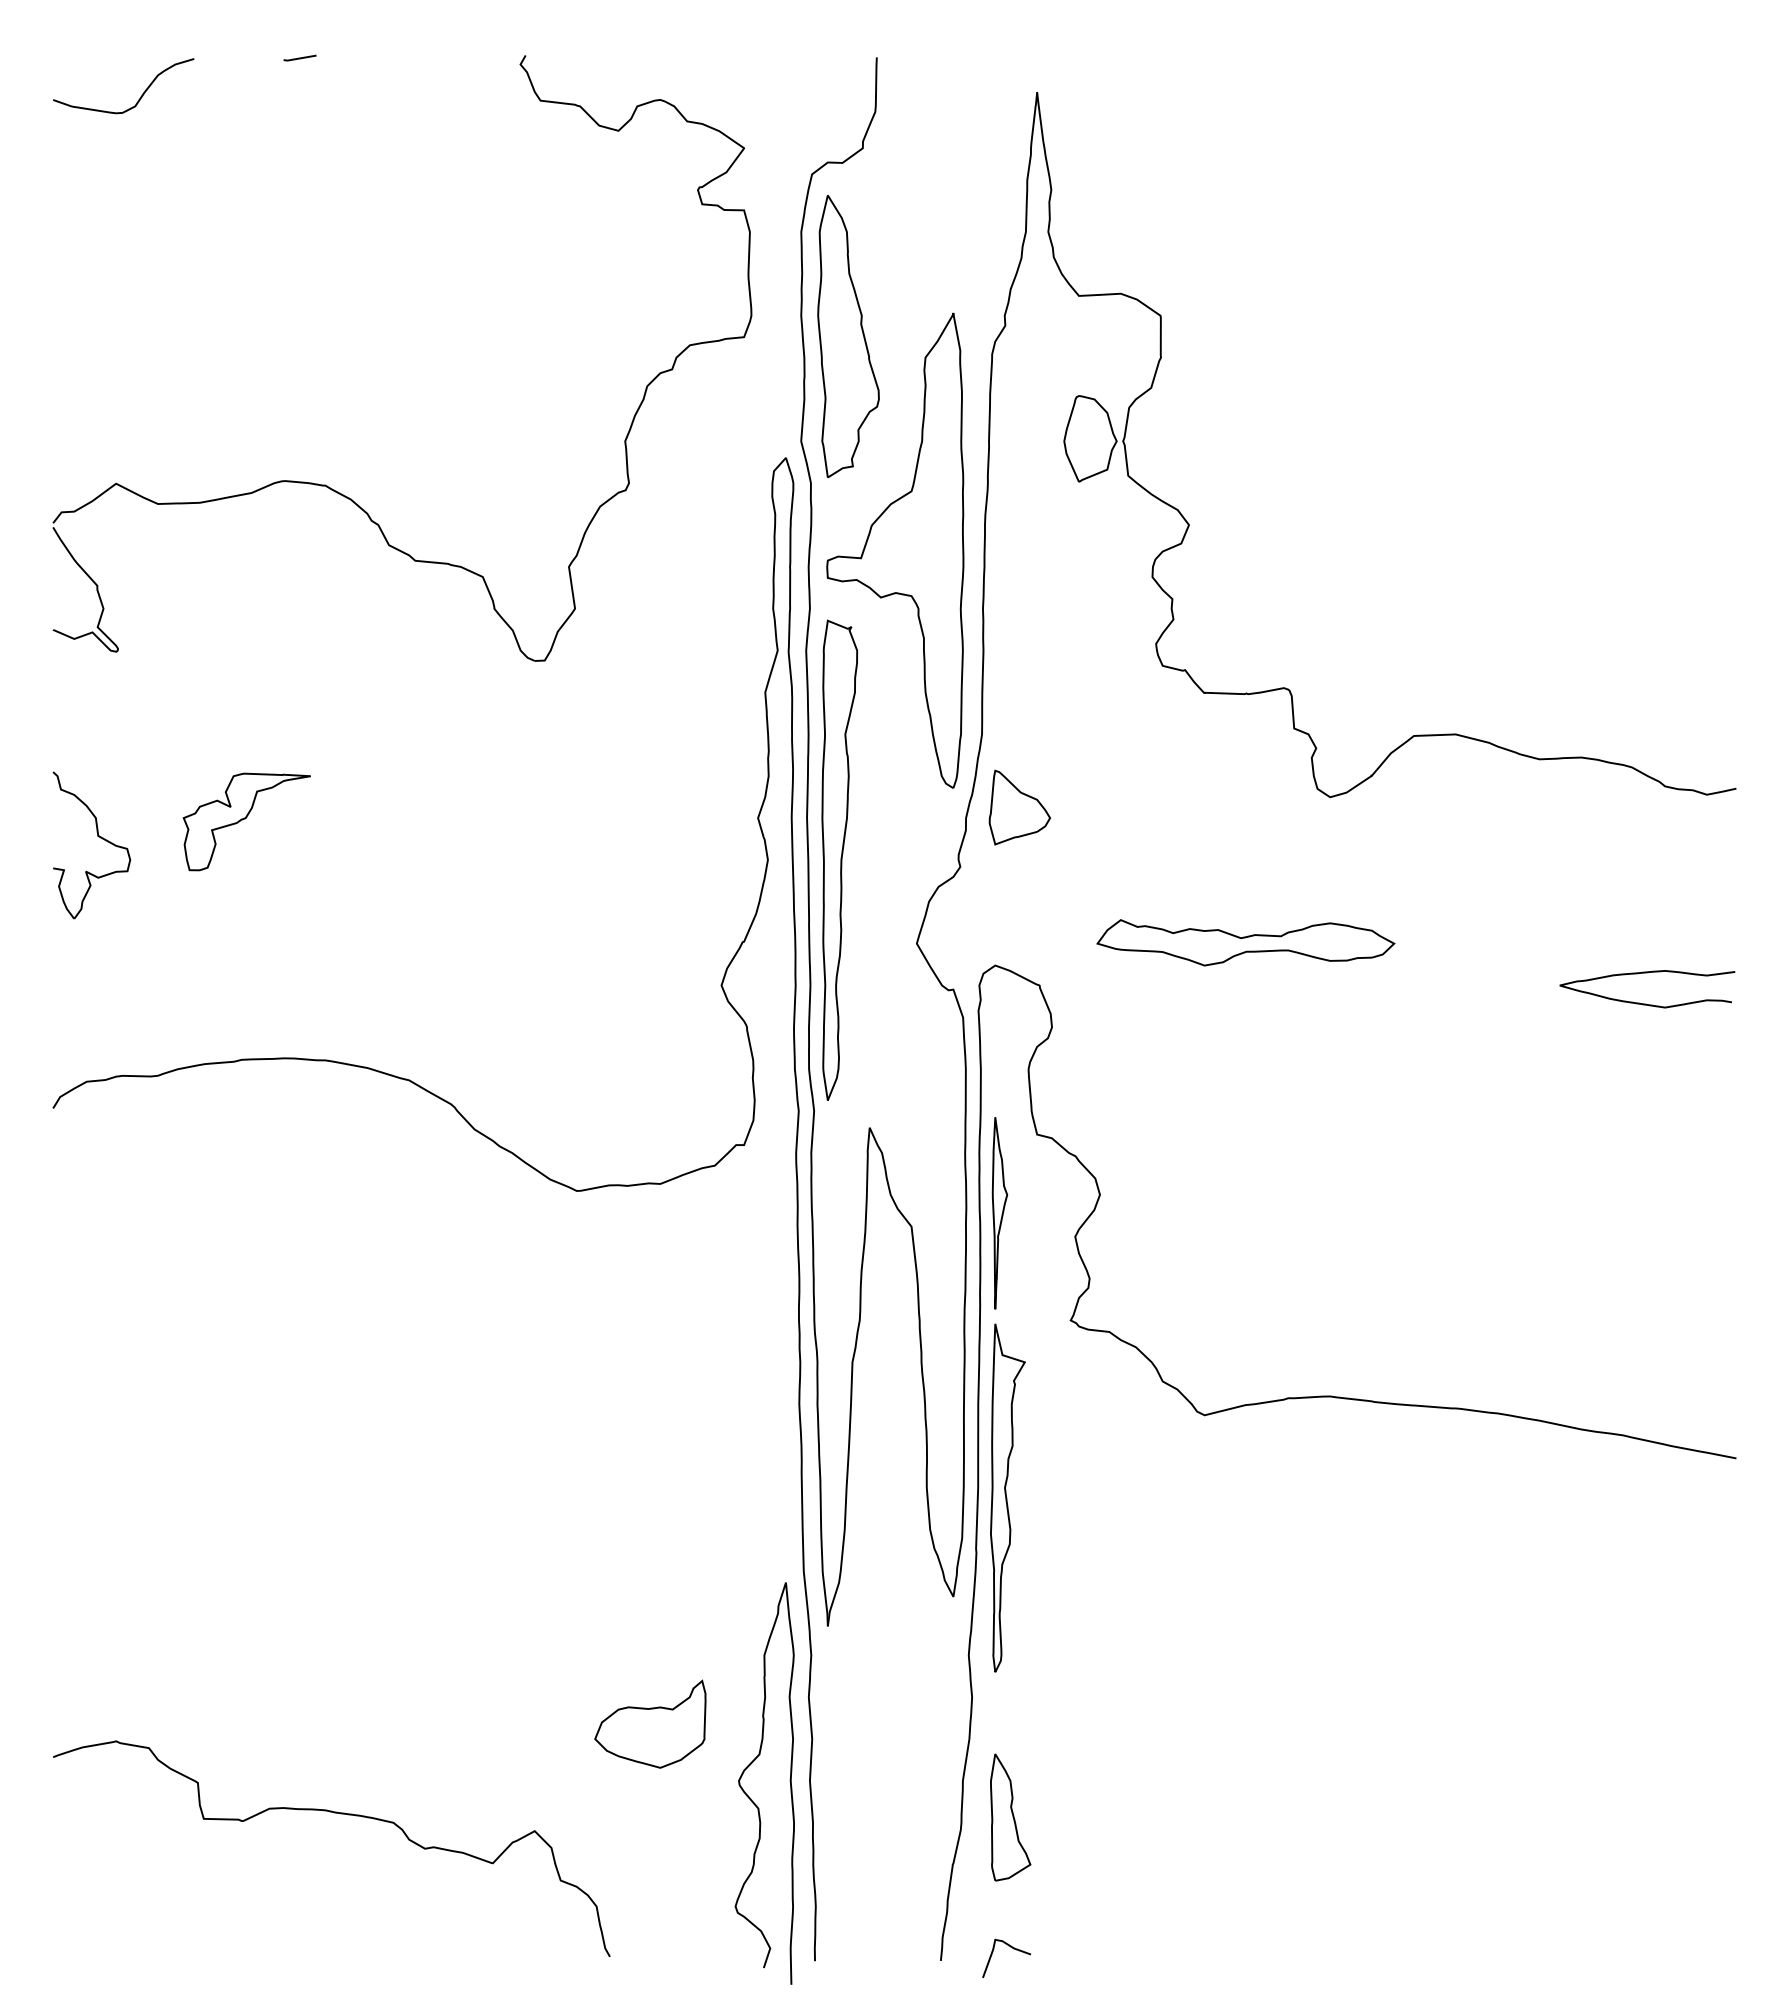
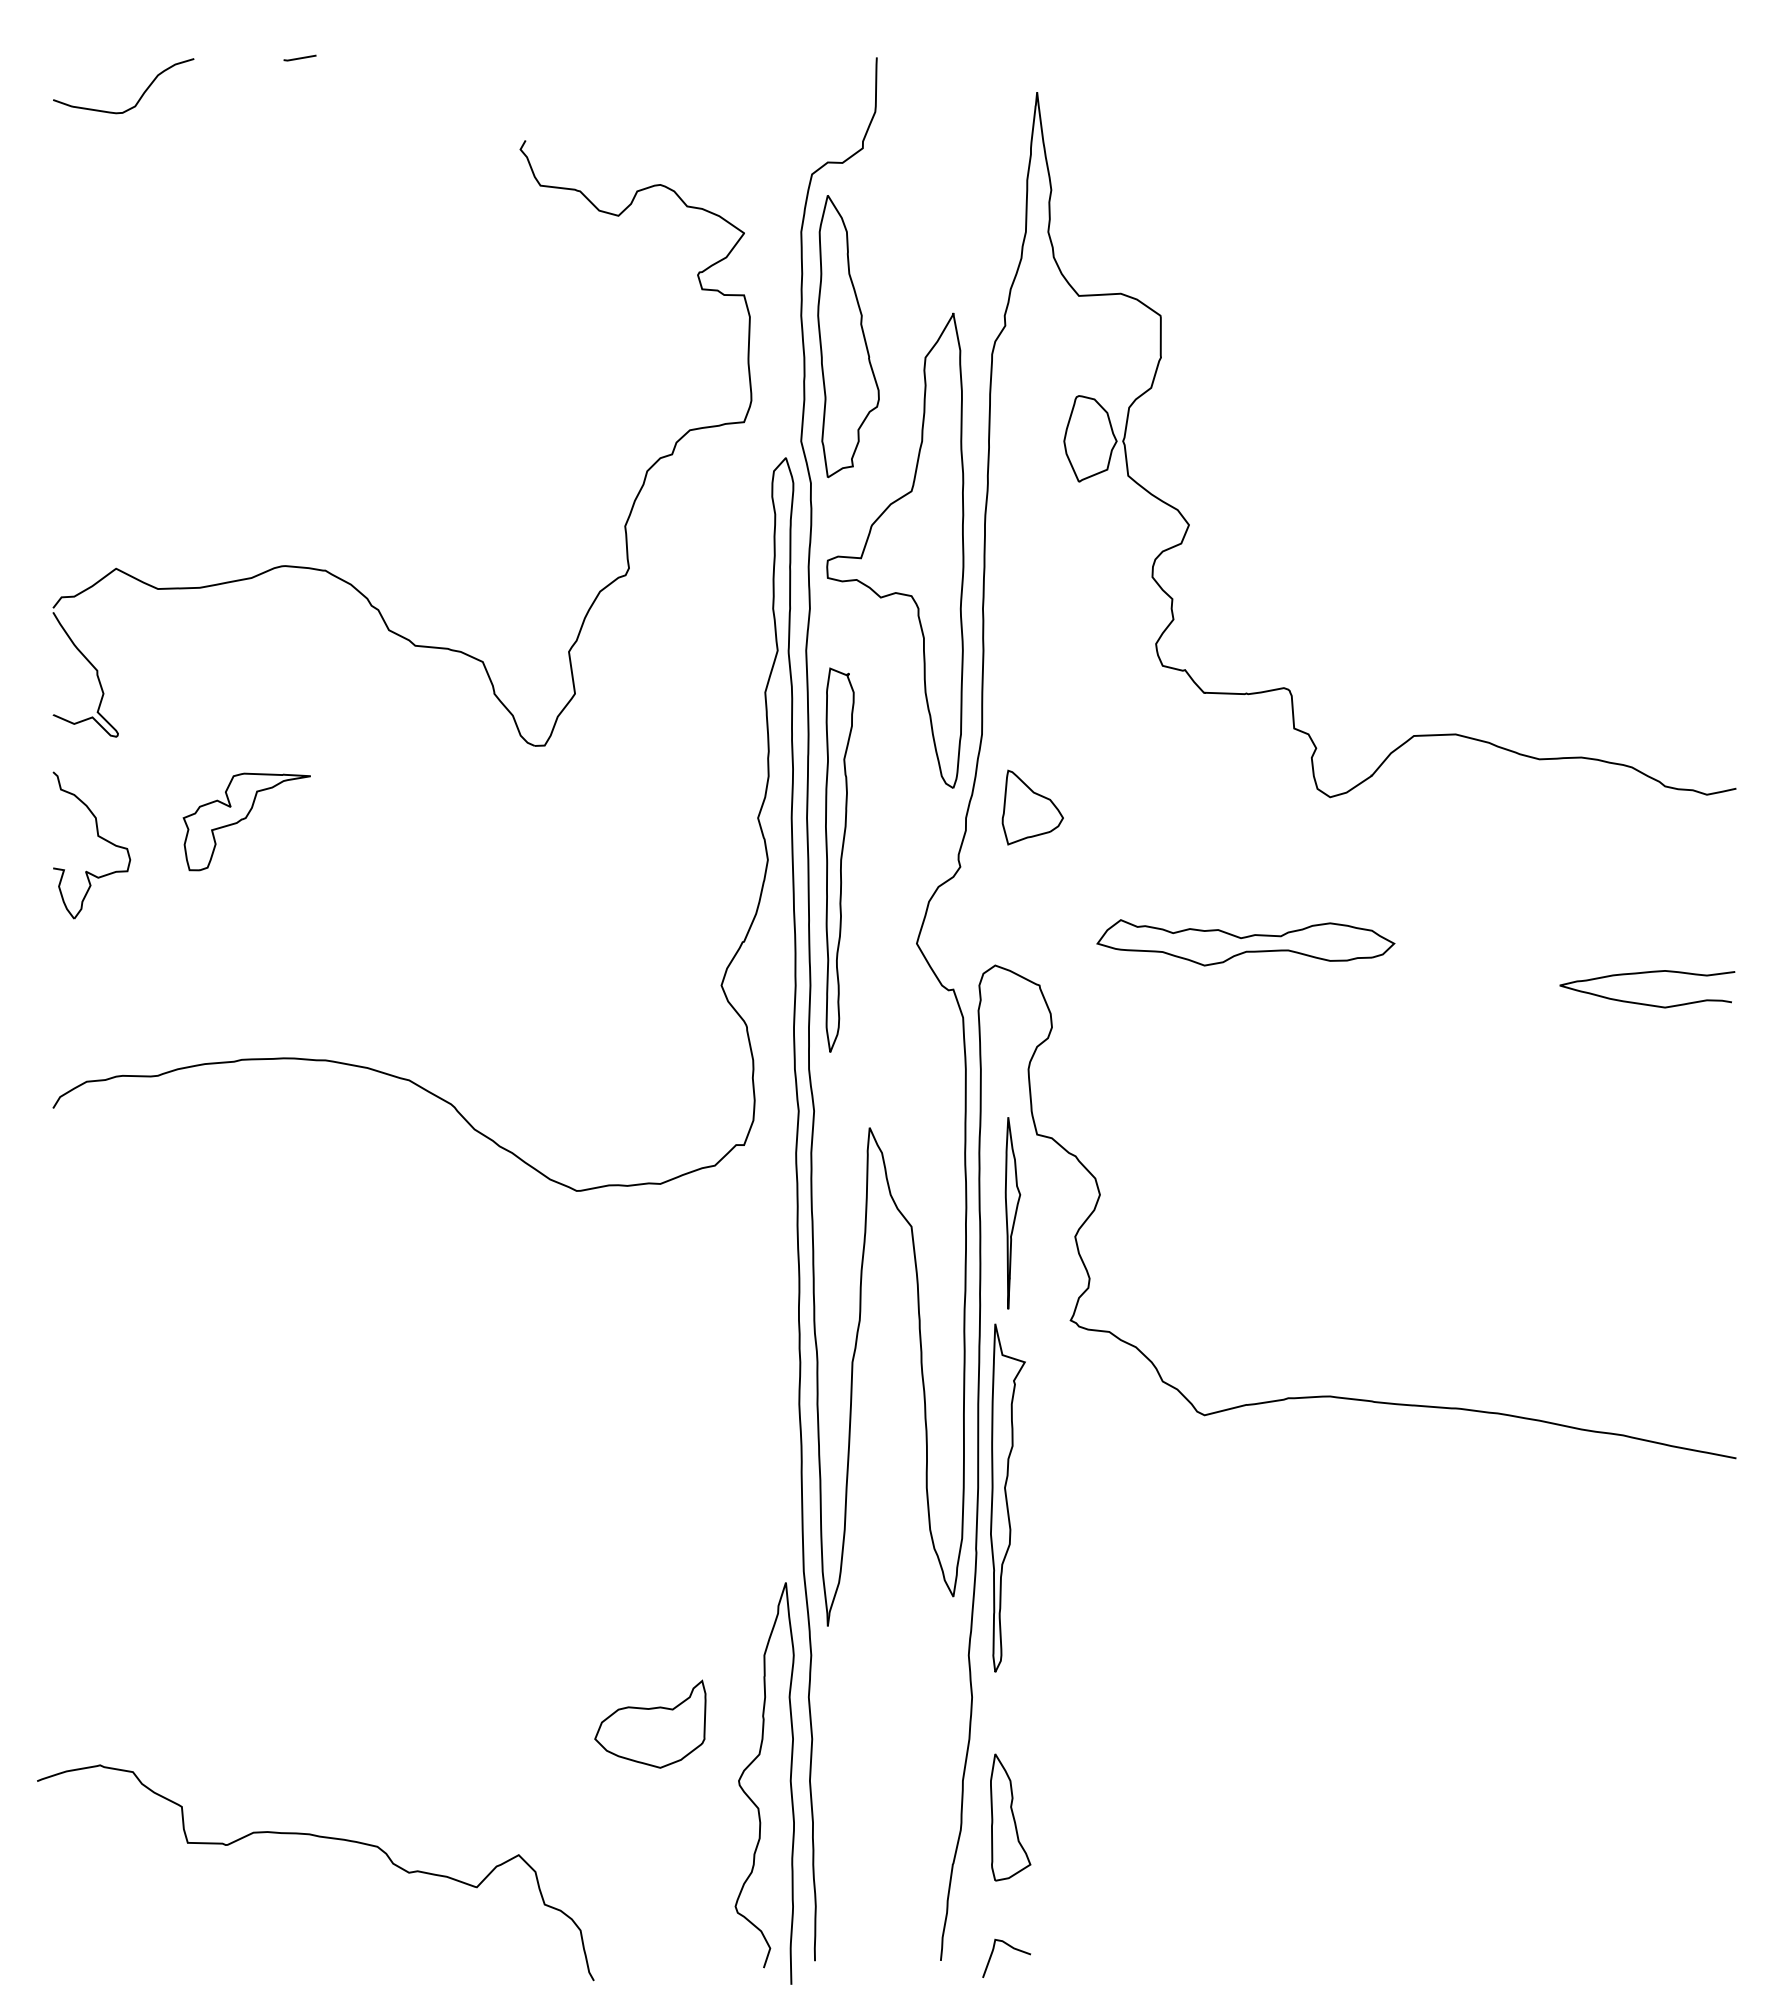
part at (327, 485) position: (327, 485) -> (327, 570)
part at (1019, 807) position: (1019, 807) -> (1032, 807)
part at (839, 859) size: 38x482 px -> 30x386 px
part at (999, 1213) position: (999, 1213) -> (1012, 1213)
curve at (334, 1813) position: (334, 1813) -> (318, 1837)
